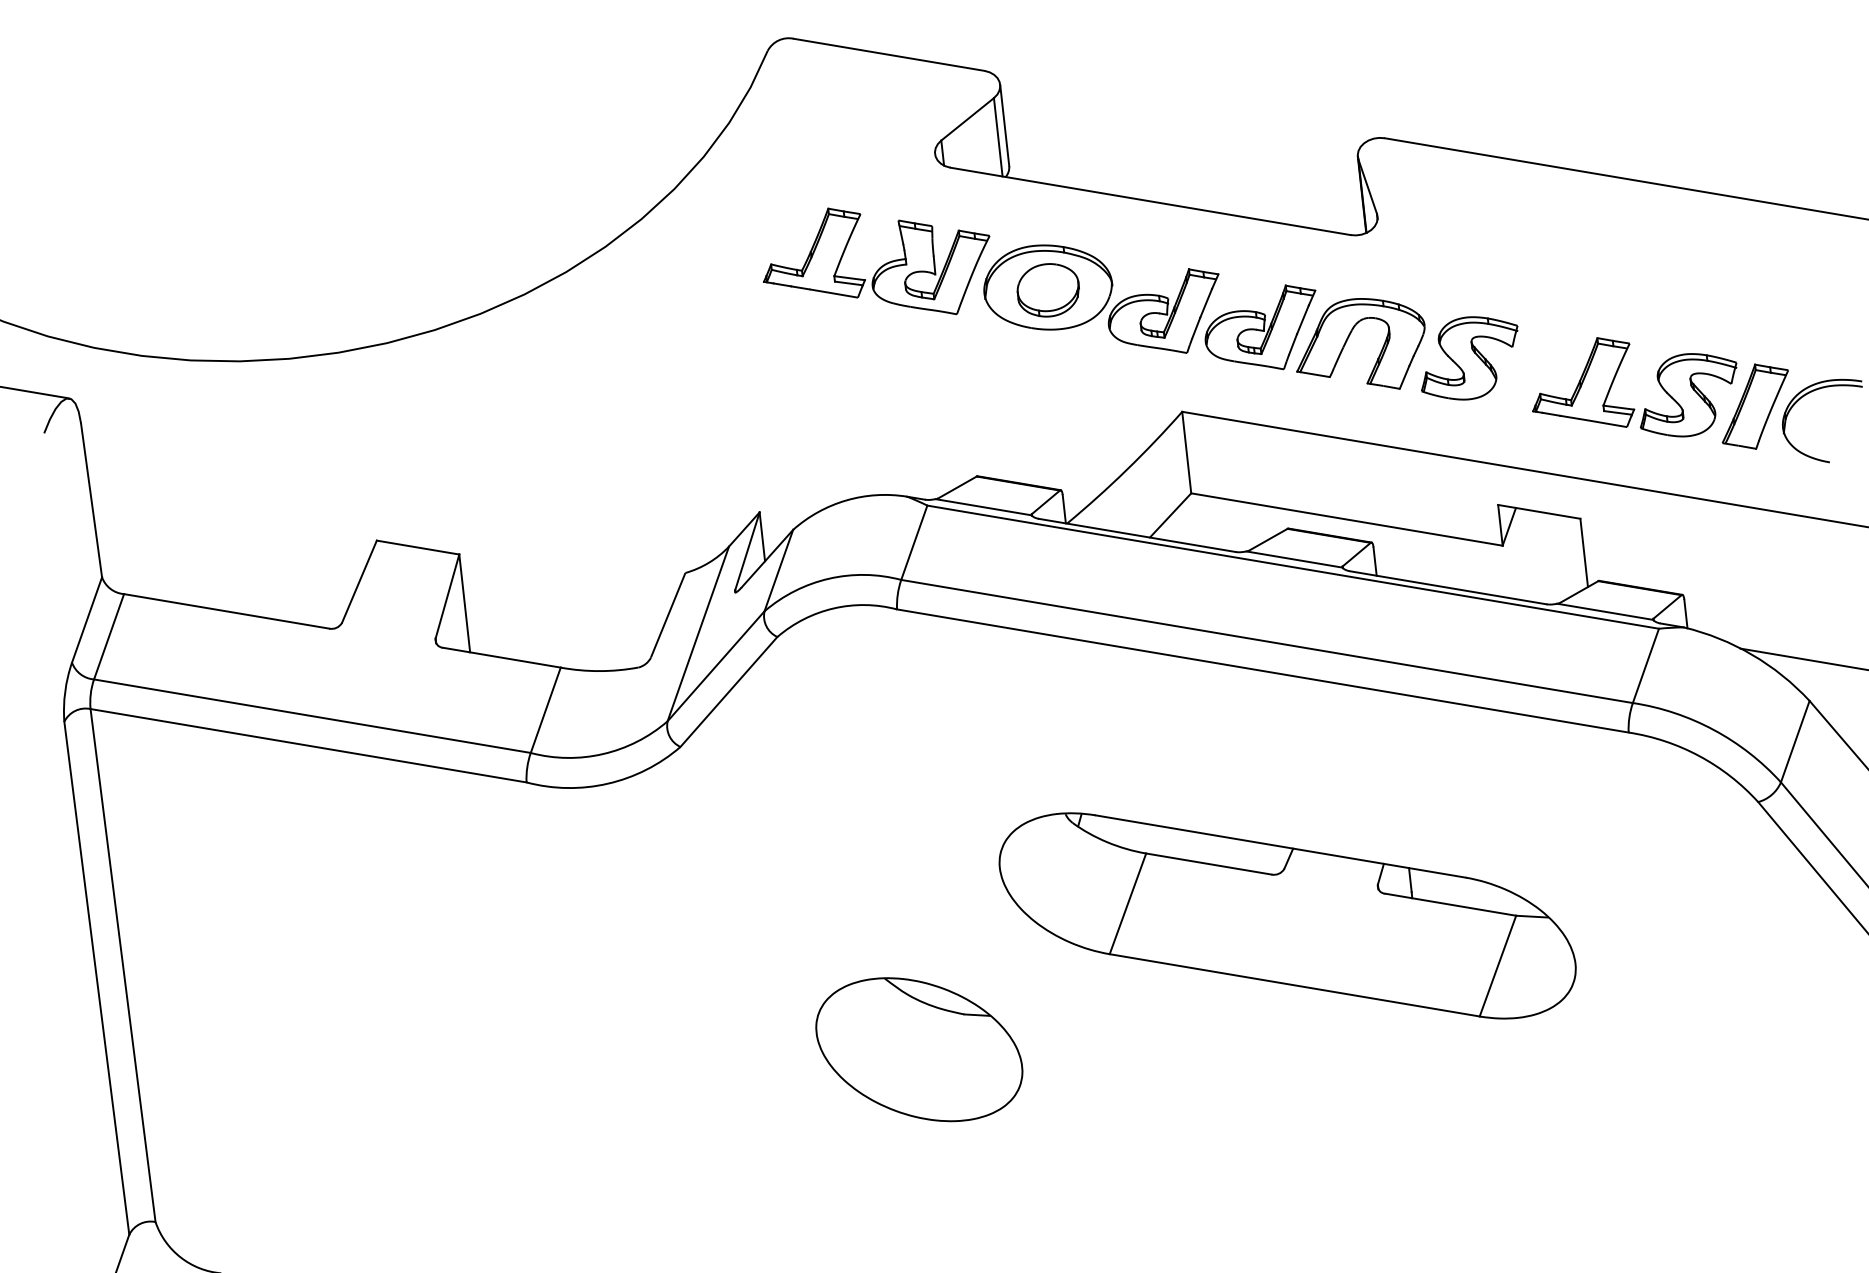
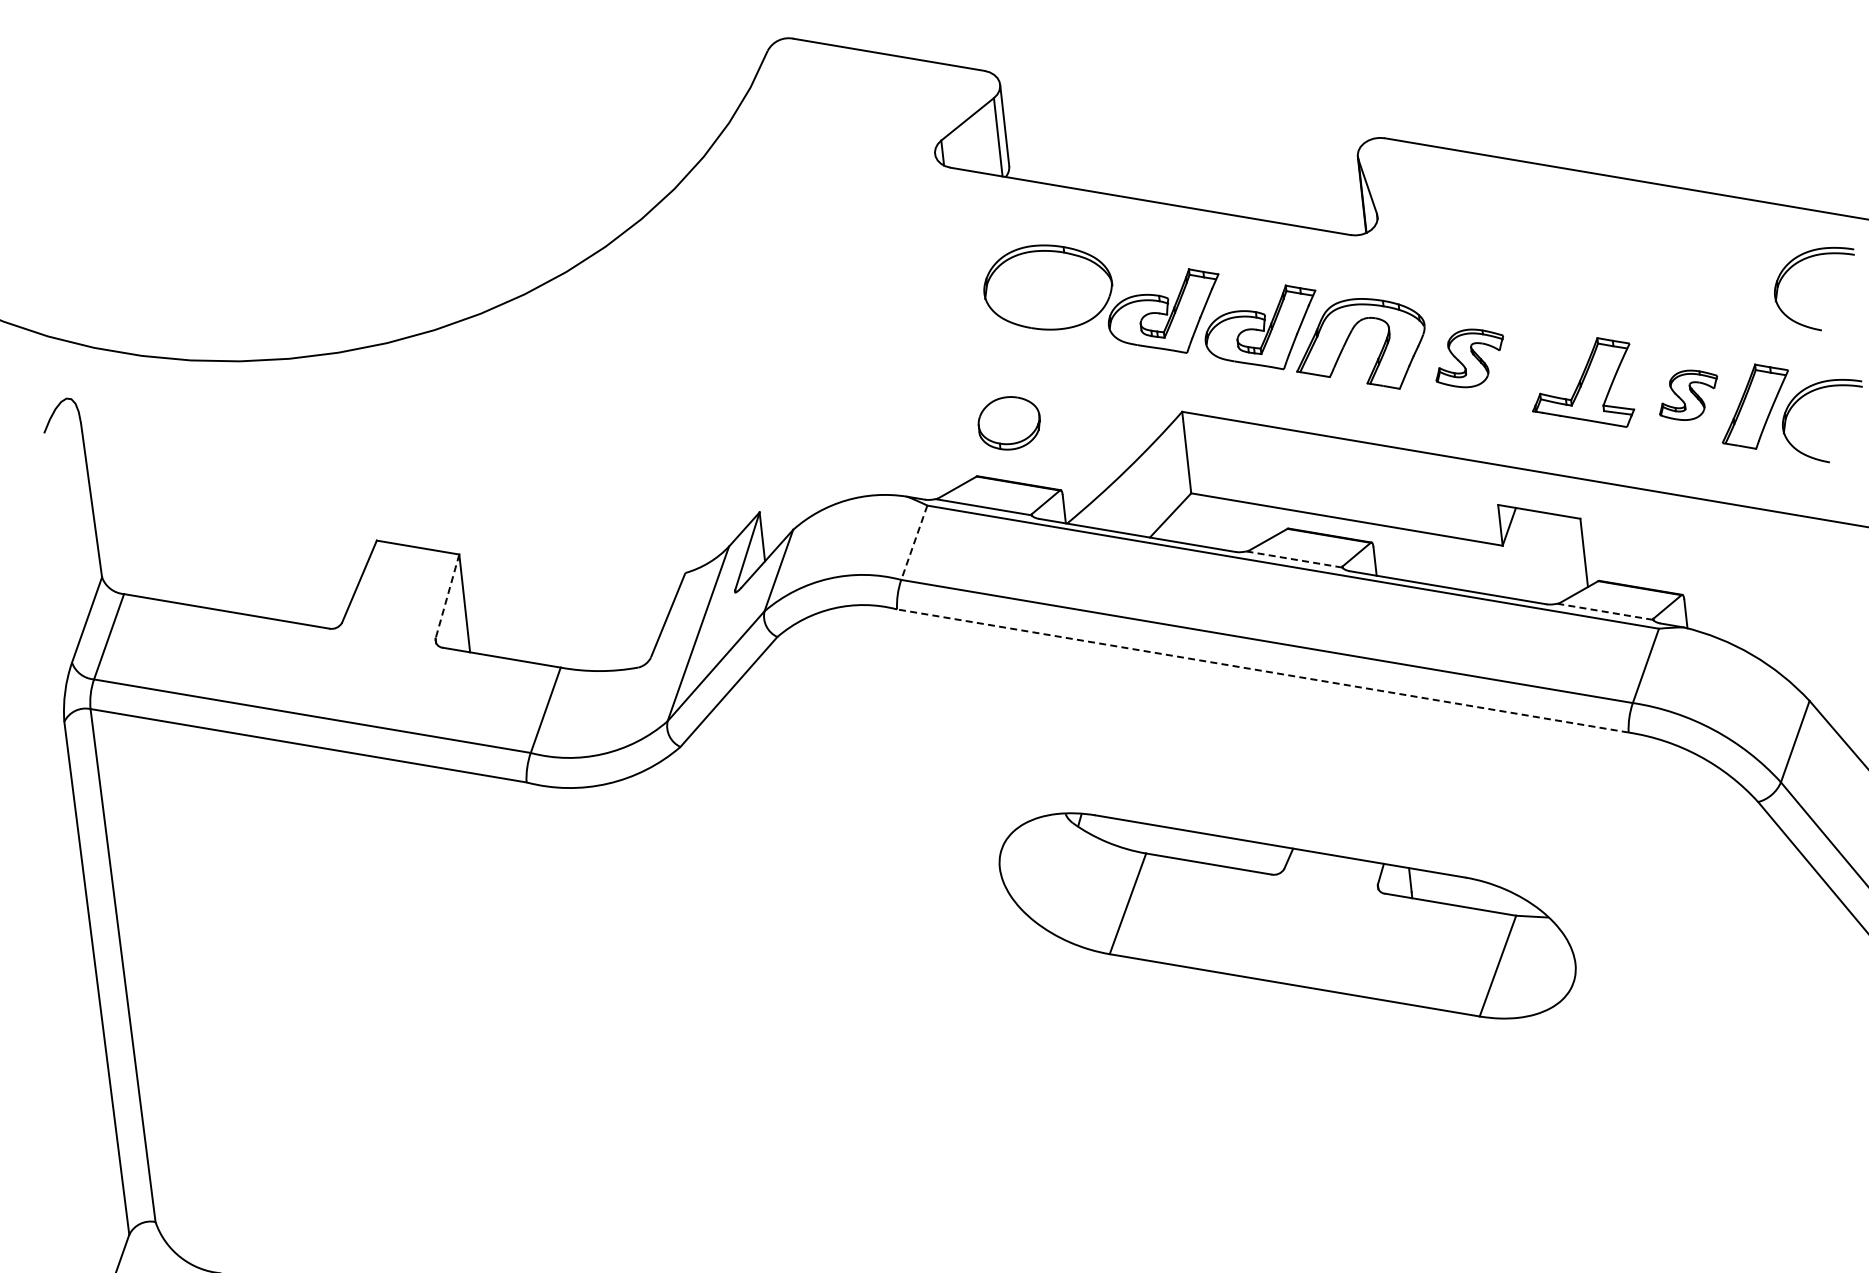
part at (1798, 263): none -> present
part at (880, 266): present -> none
part at (1047, 290) position: (1047, 290) -> (1008, 423)
part at (1469, 358) size: 98x85 px -> 69x61 px
line at (35, 392): present -> none
part at (1688, 395) size: 99x85 px -> 60x52 px
line at (914, 543): solid -> dashed
line at (1294, 559): solid -> dashed
line at (447, 596): solid -> dashed
line at (1605, 611): solid -> dashed
line at (1802, 658): present -> none
line at (1262, 670): solid -> dashed
part at (919, 1049): present -> none
